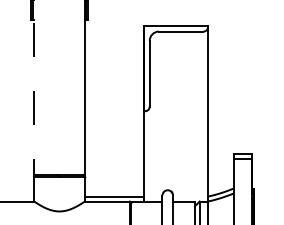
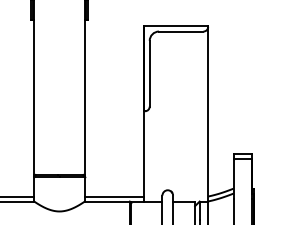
line at (34, 88): dashed -> solid
line at (18, 196): none -> present
